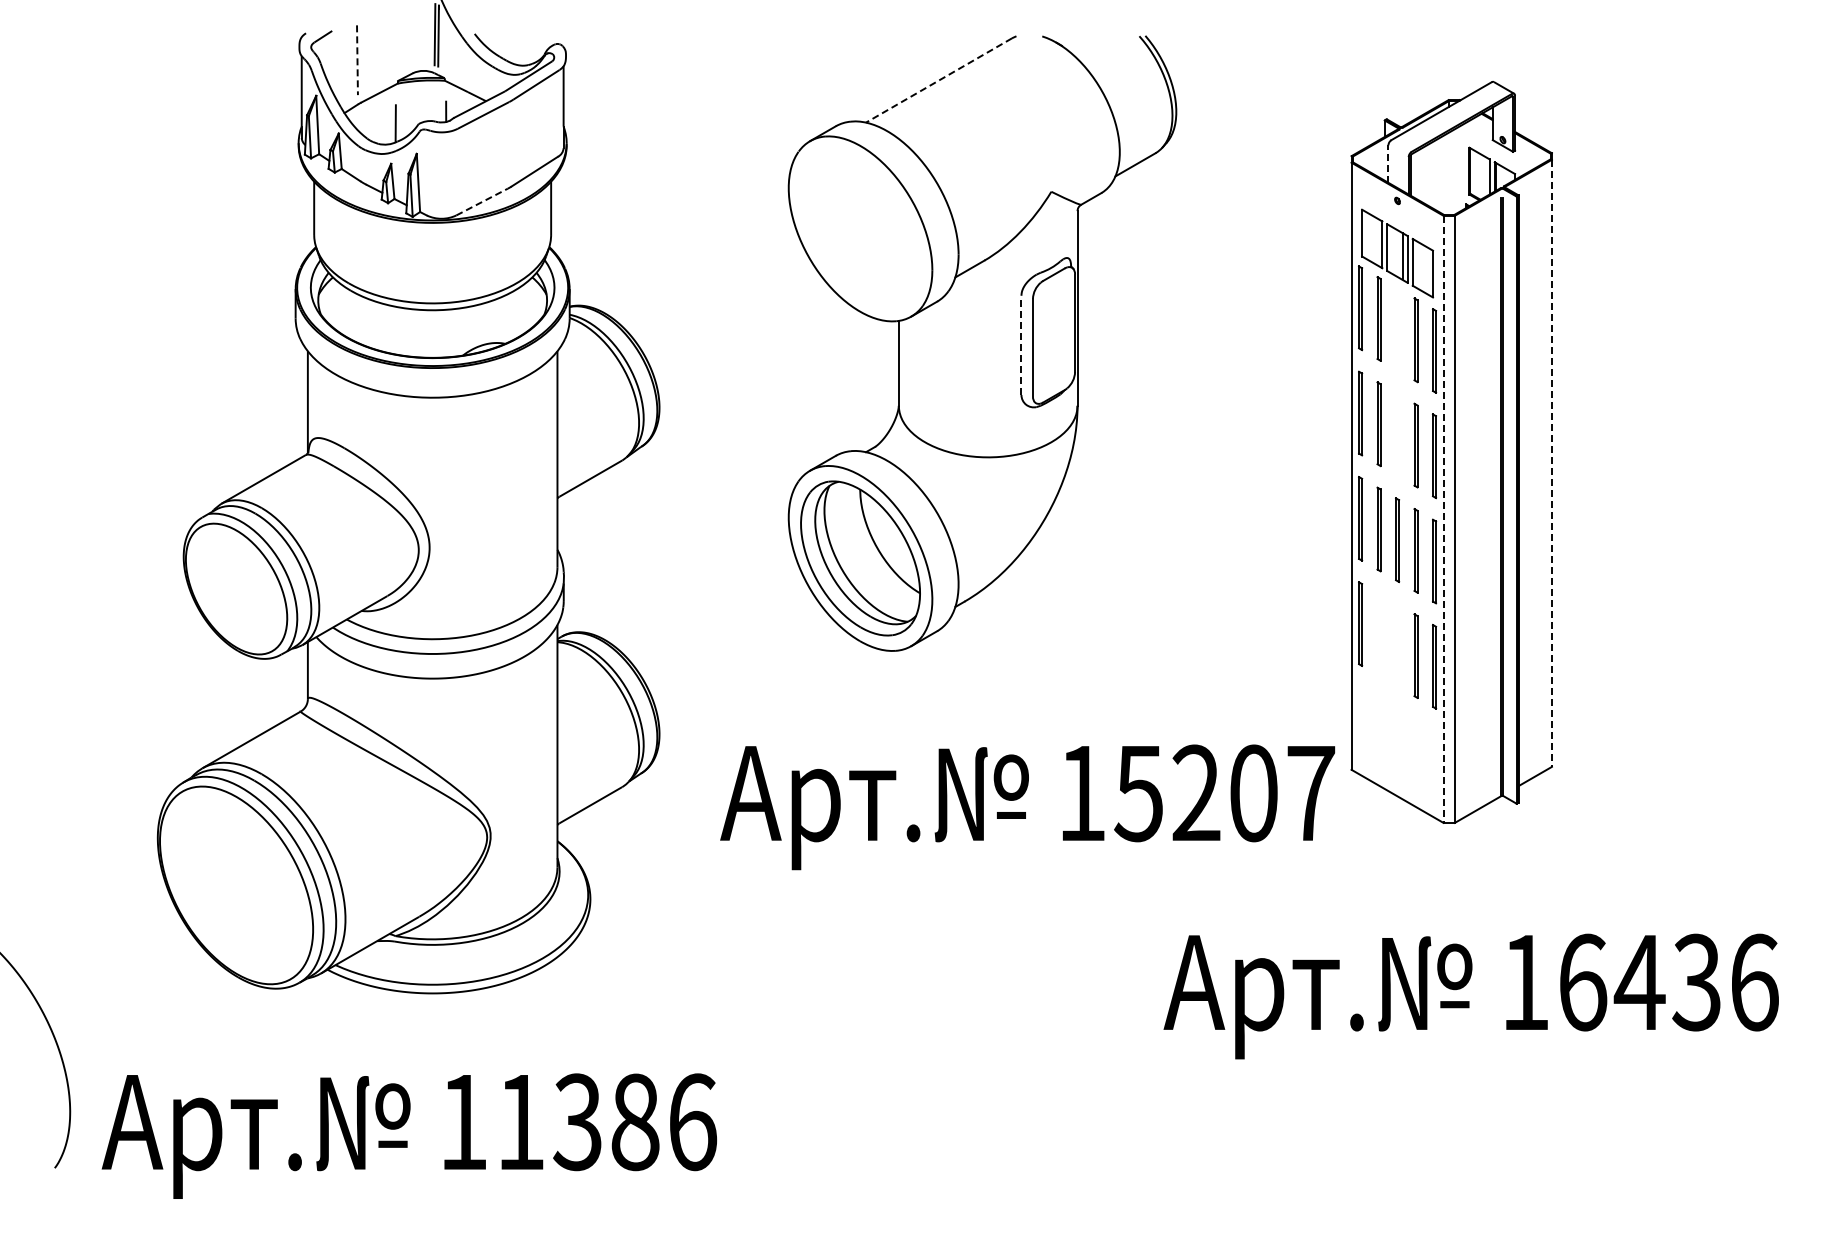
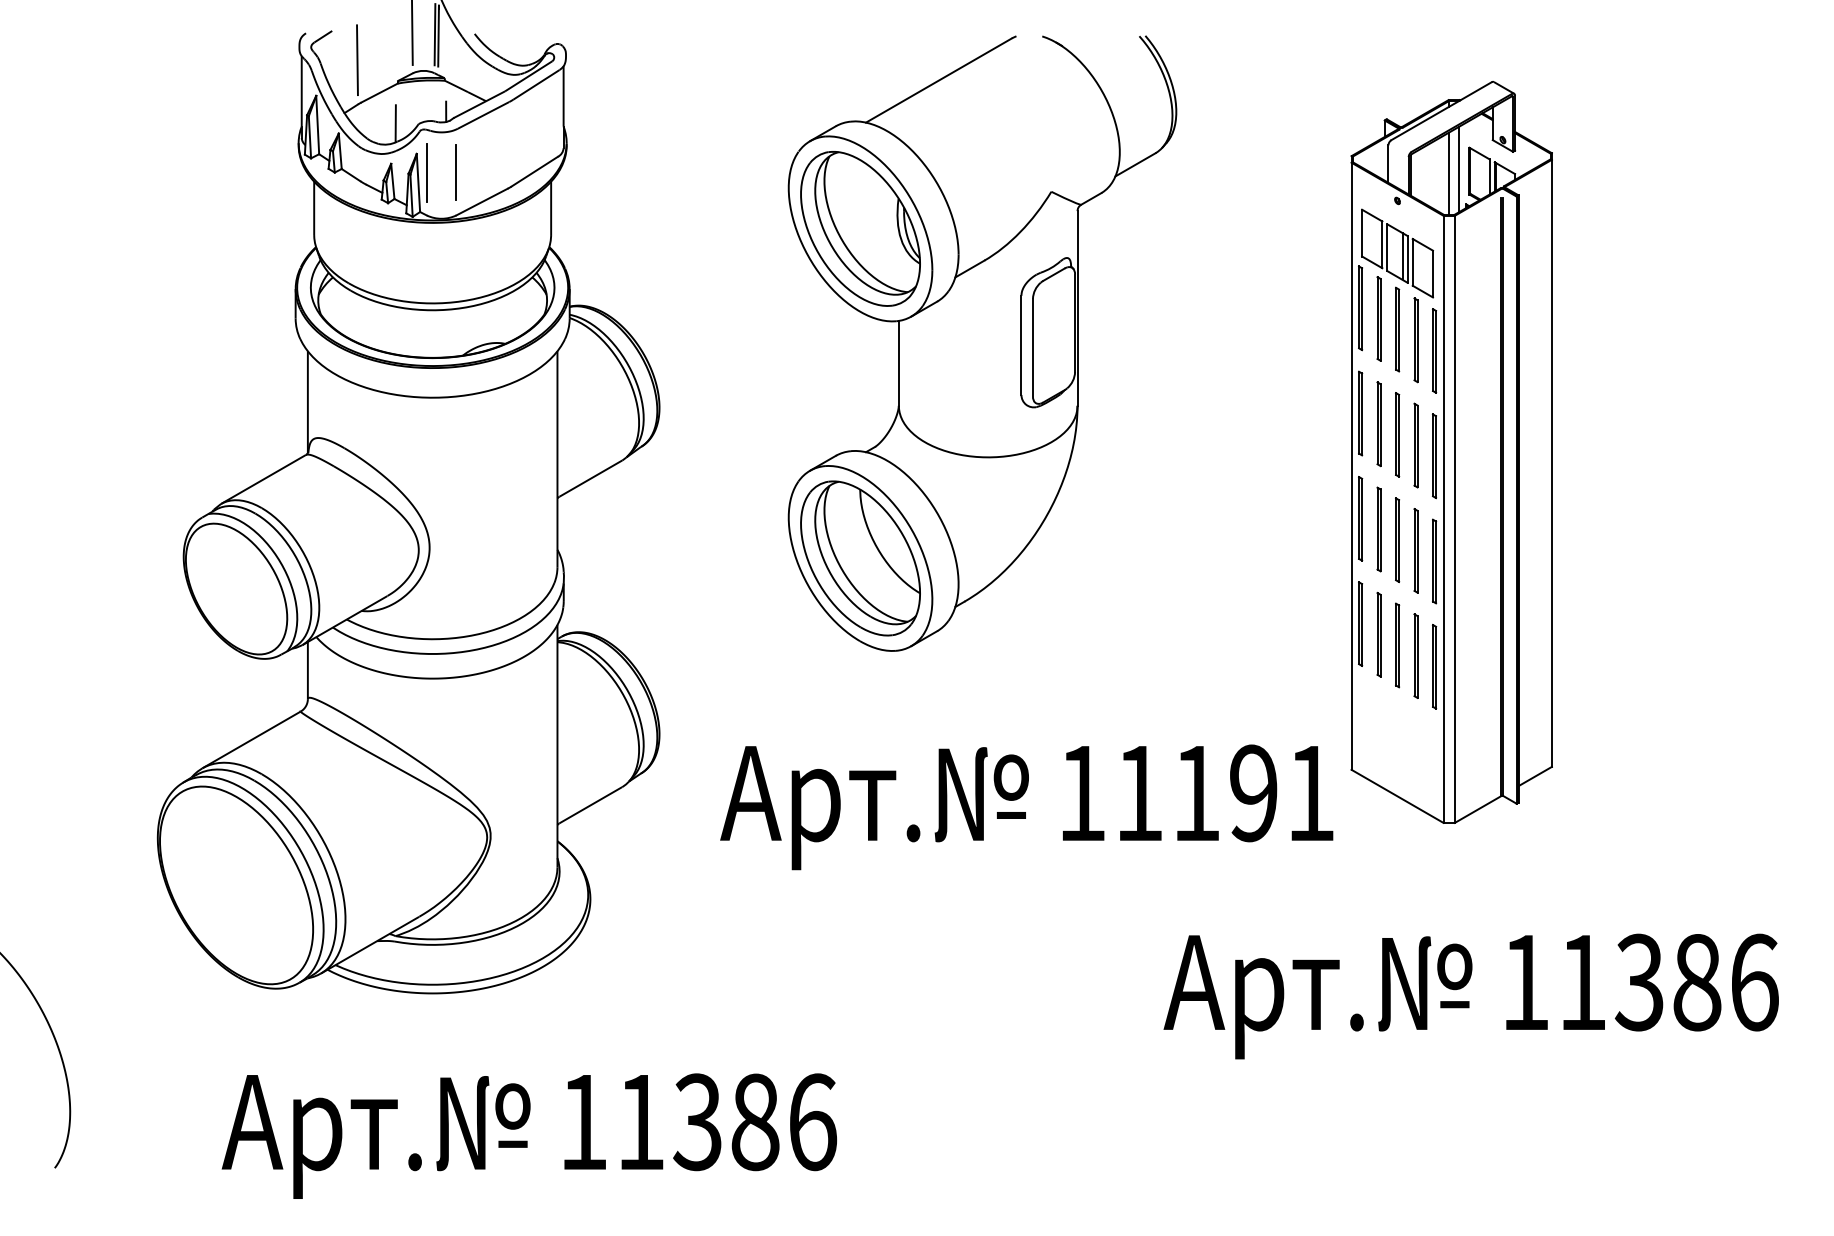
line at (412, 33): none -> present
line at (357, 60): dashed -> solid
line at (938, 80): dashed -> solid
line at (1388, 164): dashed -> solid
line at (1459, 169): none -> present
line at (426, 172): none -> present
line at (456, 172): none -> present
line at (1449, 173): none -> present
line at (482, 202): dashed -> solid
part at (860, 228): none -> present
part at (1397, 329): none -> present
line at (1021, 345): dashed -> solid
part at (1397, 434): none -> present
line at (1551, 463): dashed -> solid
line at (1443, 519): dashed -> solid
part at (1378, 634): none -> present
part at (1397, 645): none -> present
text at (1224, 793): 15207 -> 11191
text at (1640, 982): 16436 -> 11386
text at (409, 1135) position: (409, 1135) -> (529, 1135)
